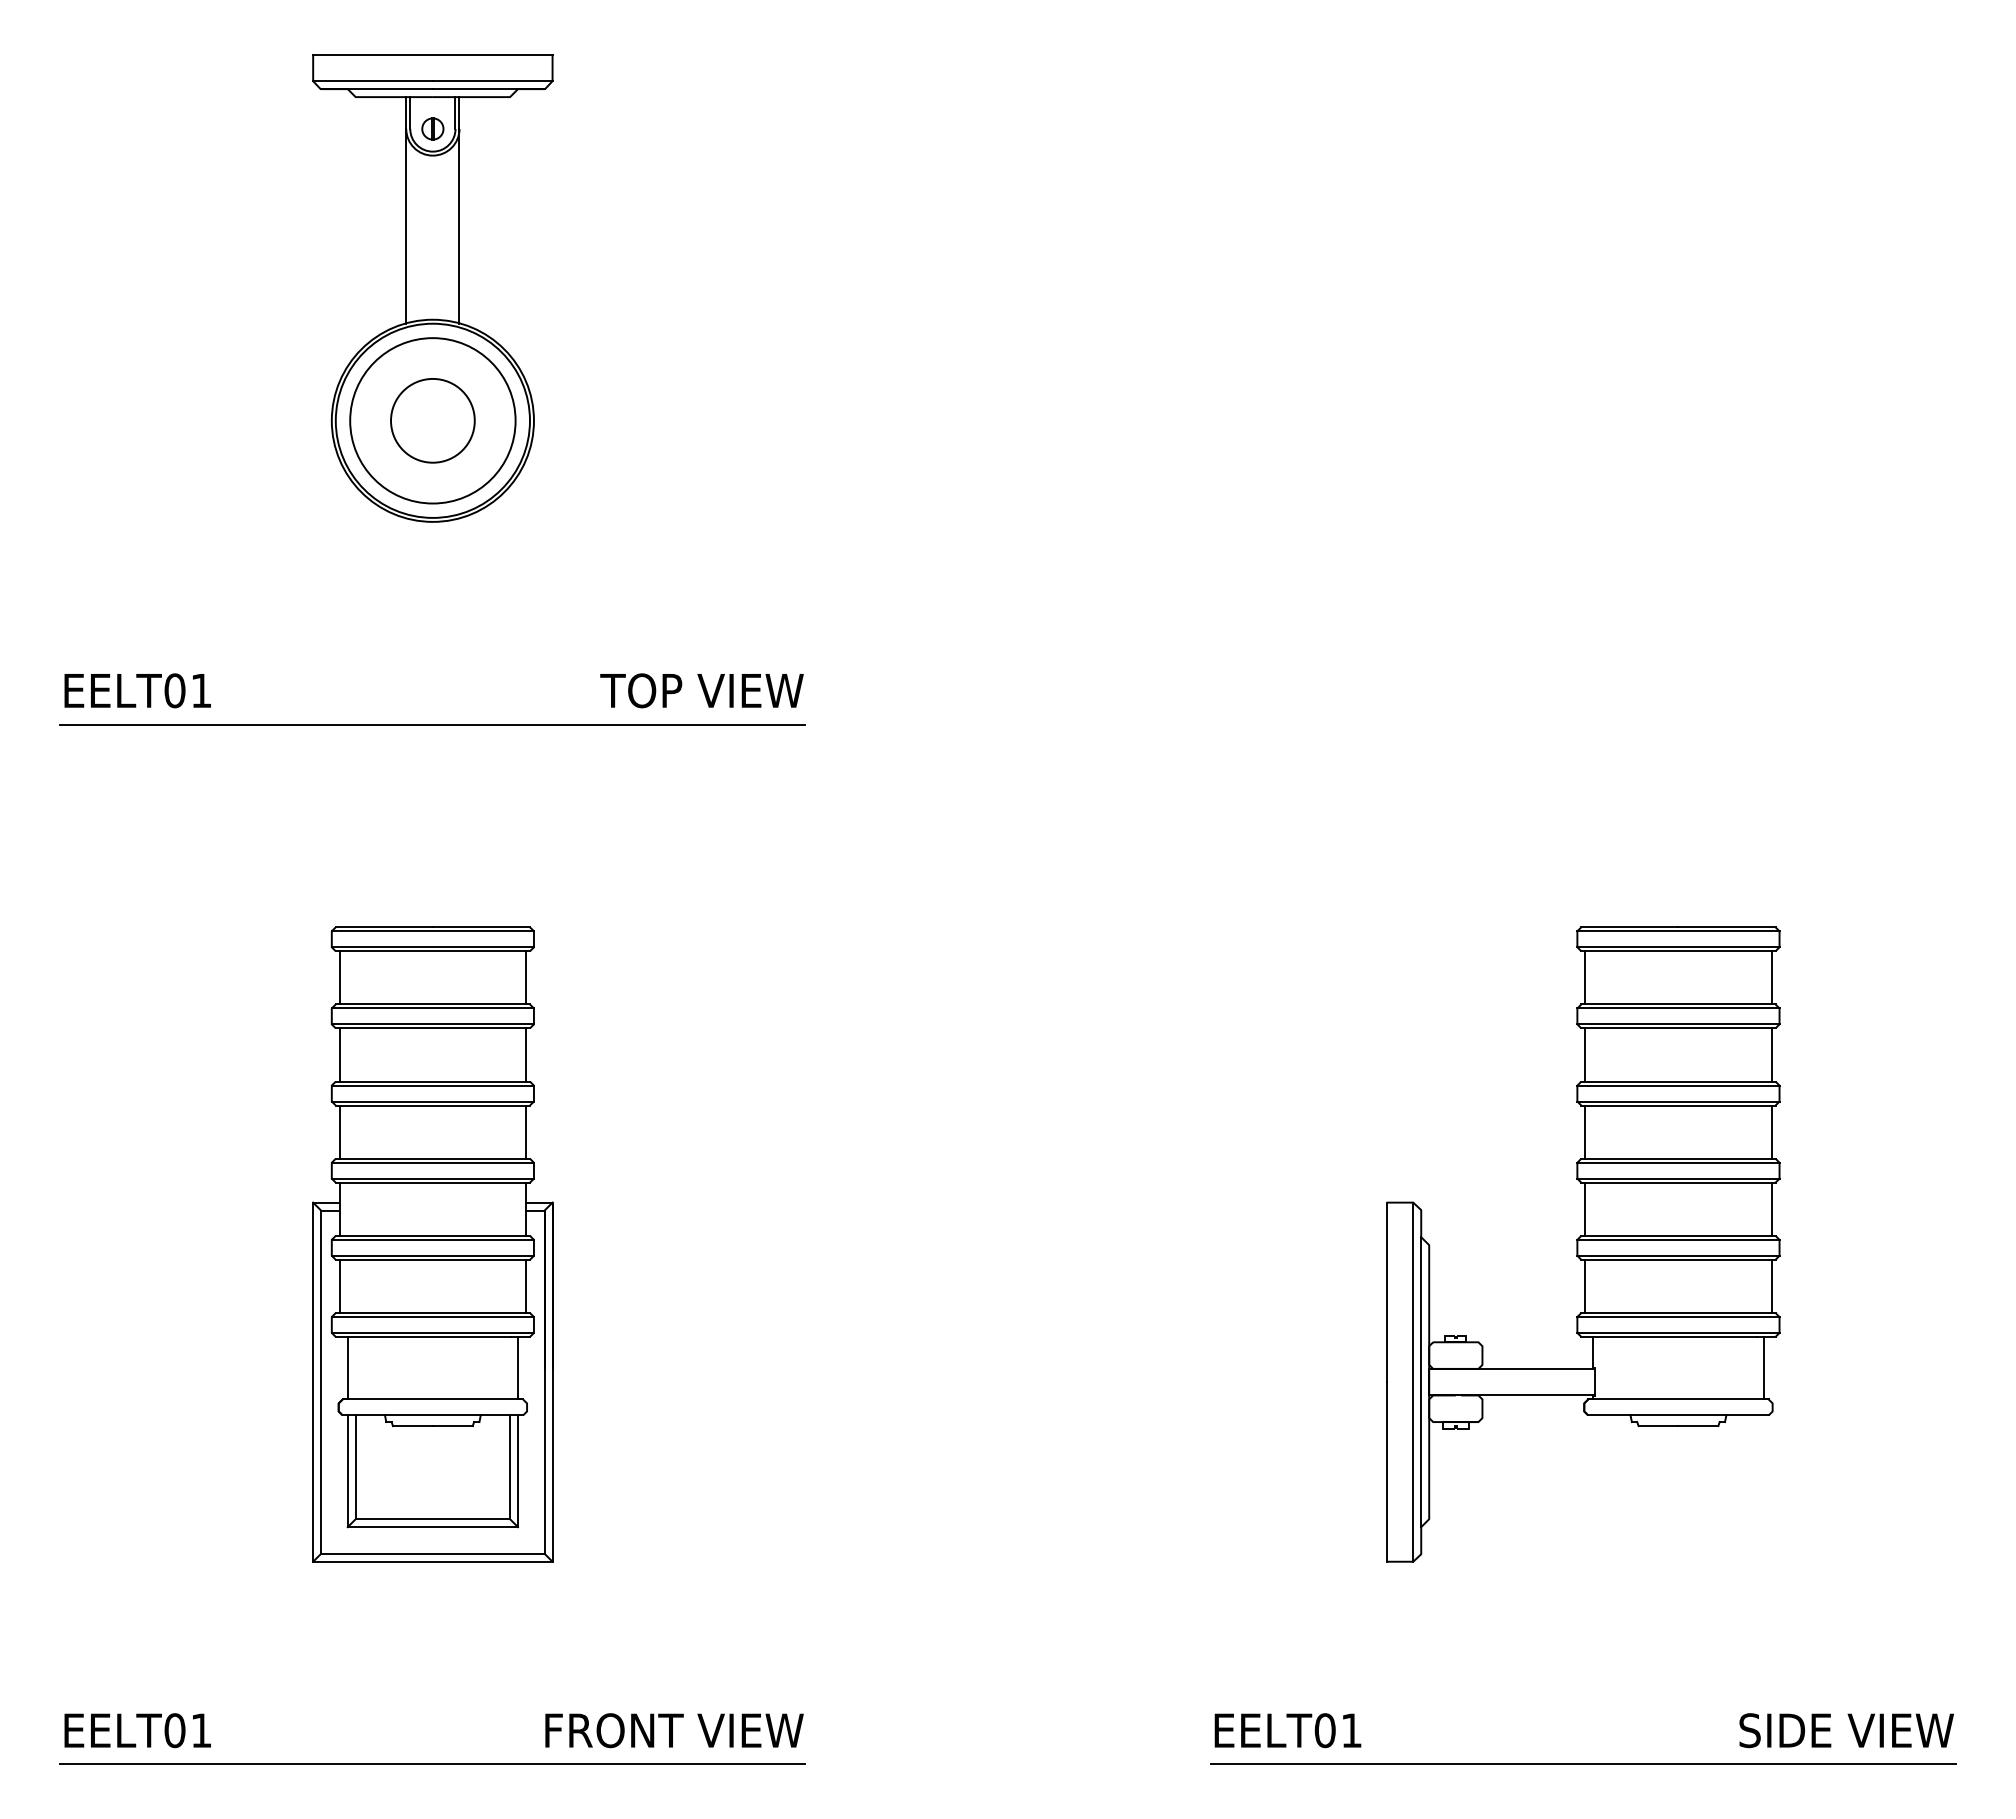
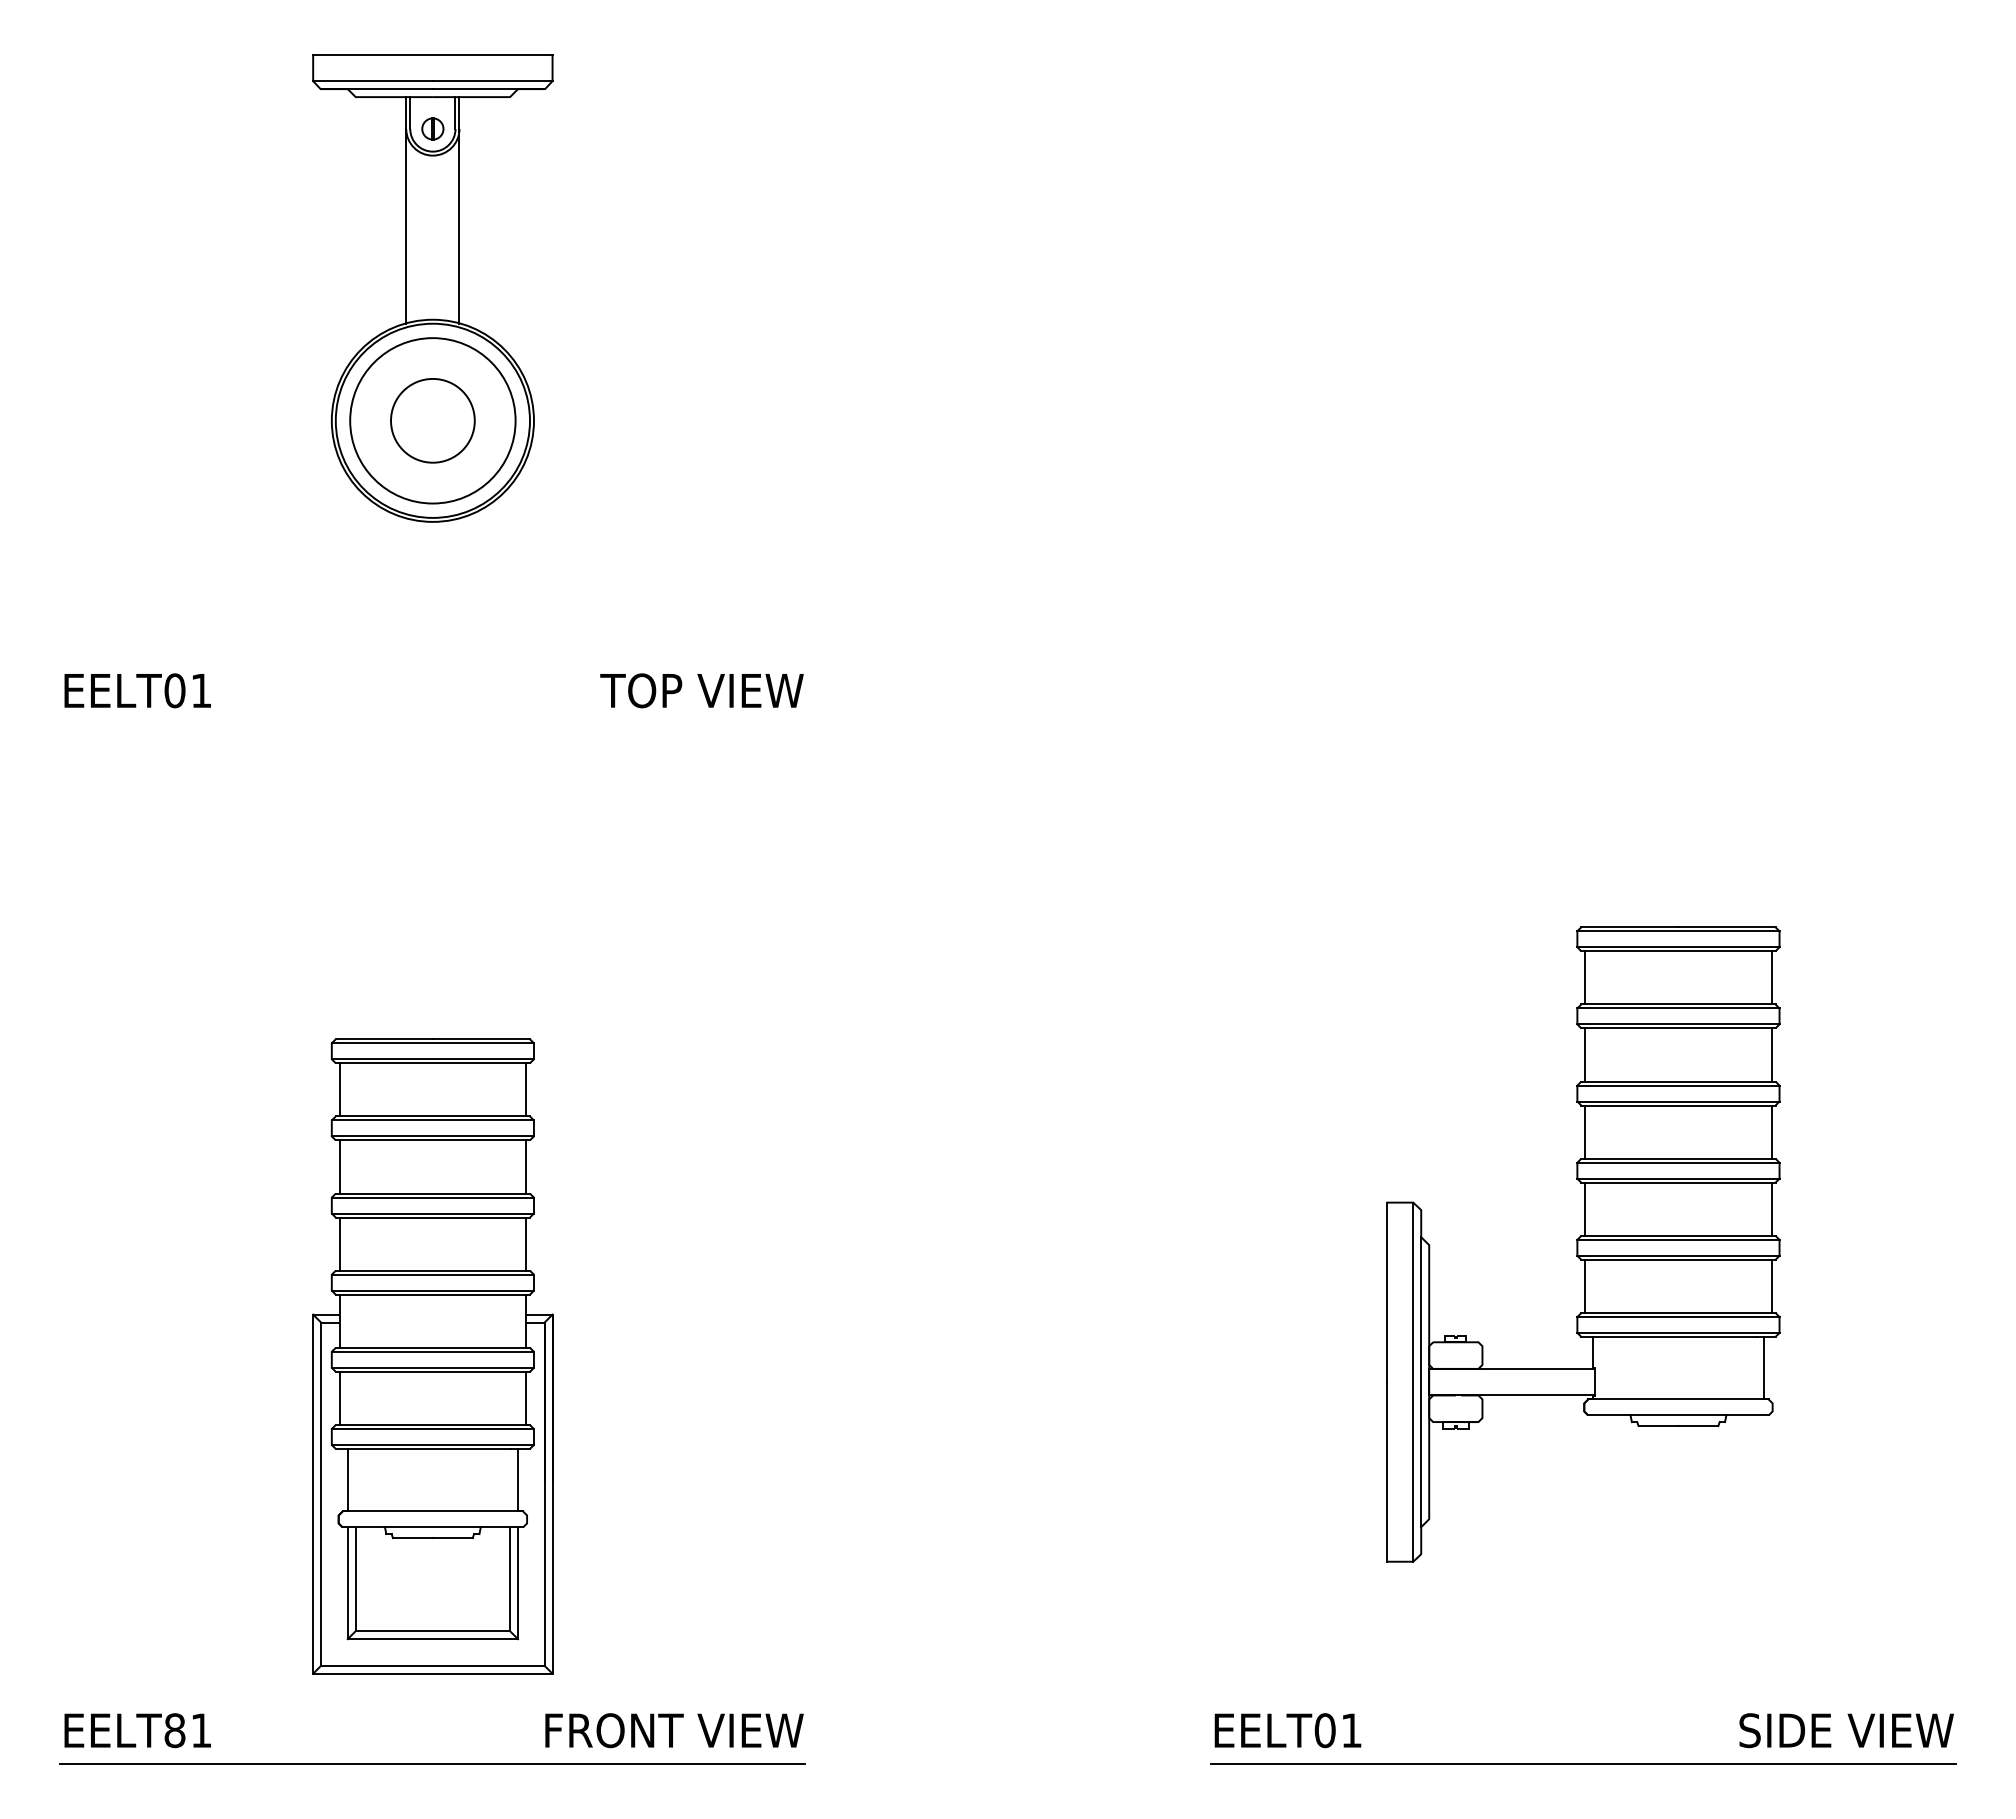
line at (432, 724): present -> none
part at (432, 1244) position: (432, 1244) -> (432, 1356)
text at (174, 1730): EELT01 -> EELT81
